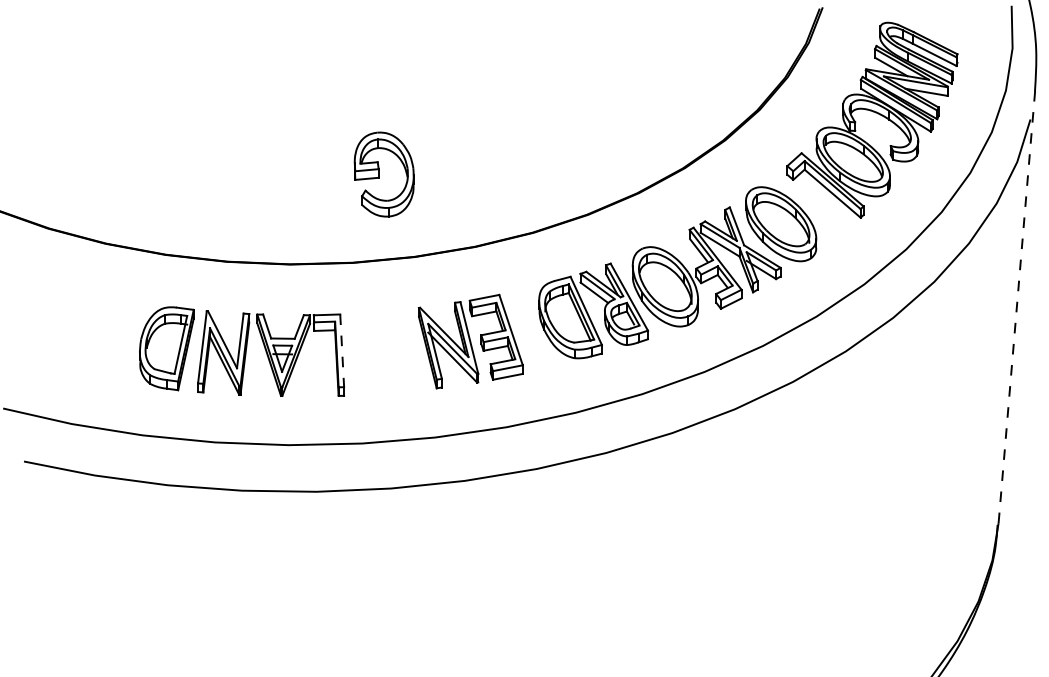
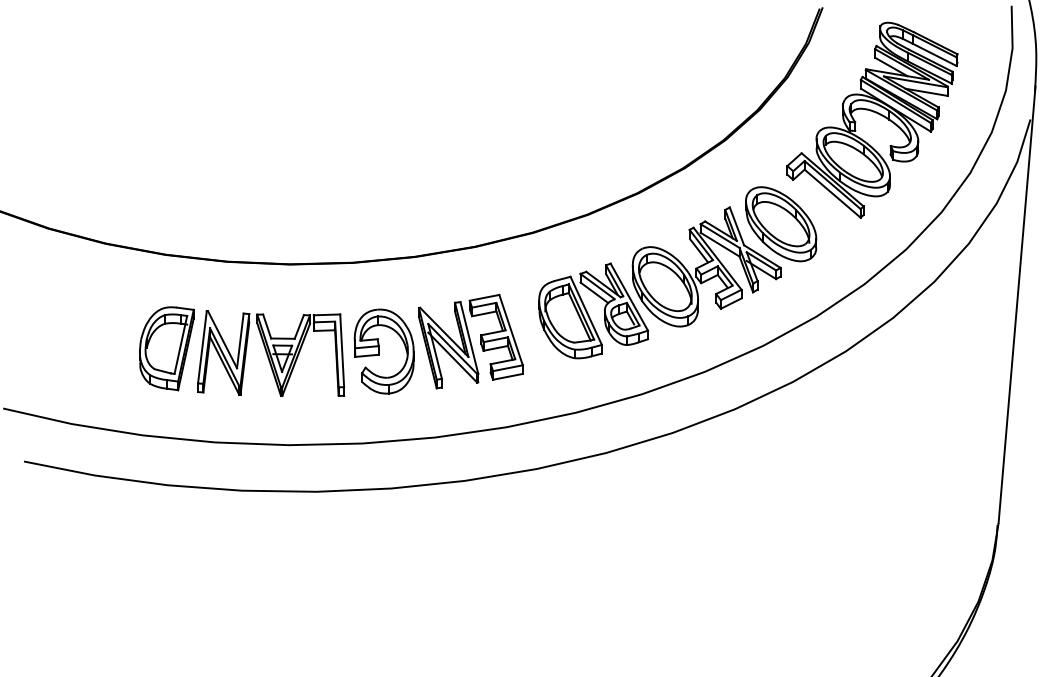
part at (383, 174) position: (383, 174) -> (383, 351)
line at (1017, 304): dashed -> solid
line at (342, 351): dashed -> solid
